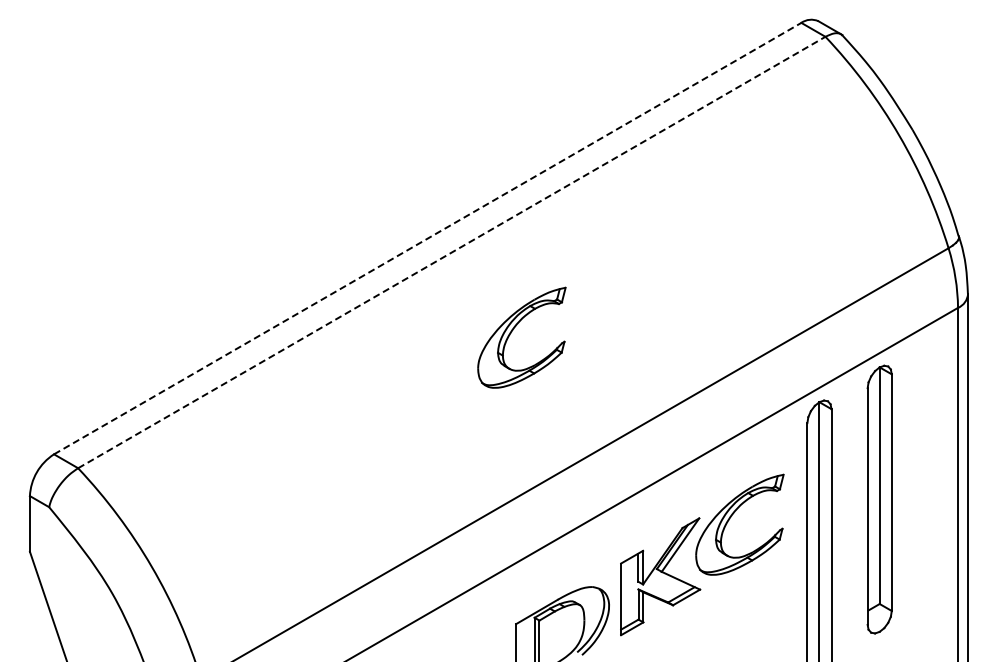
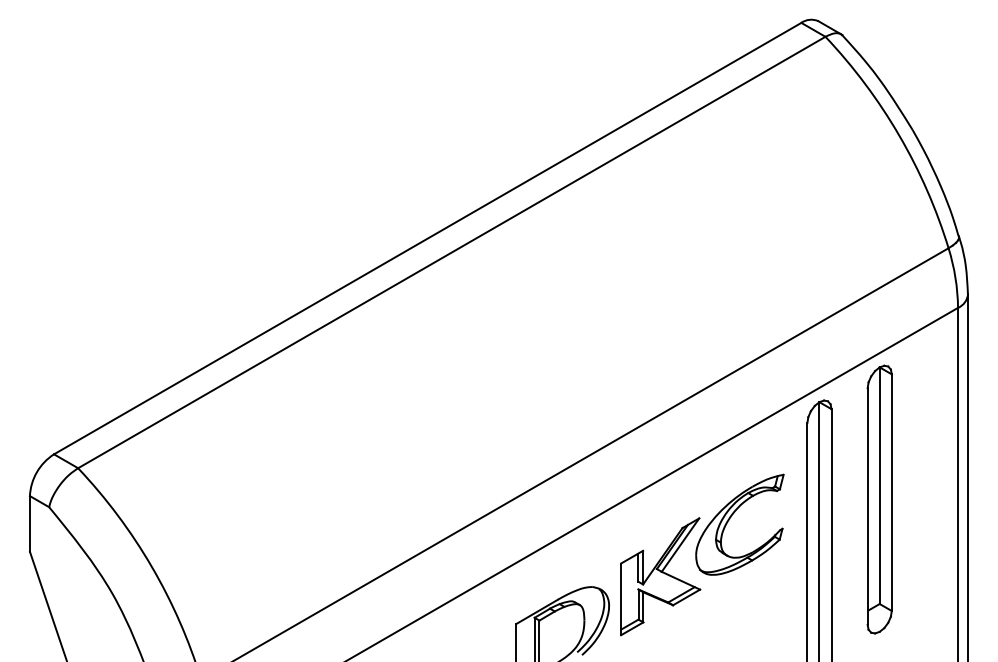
line at (428, 238): dashed -> solid
line at (452, 252): dashed -> solid
part at (513, 330): present -> none
